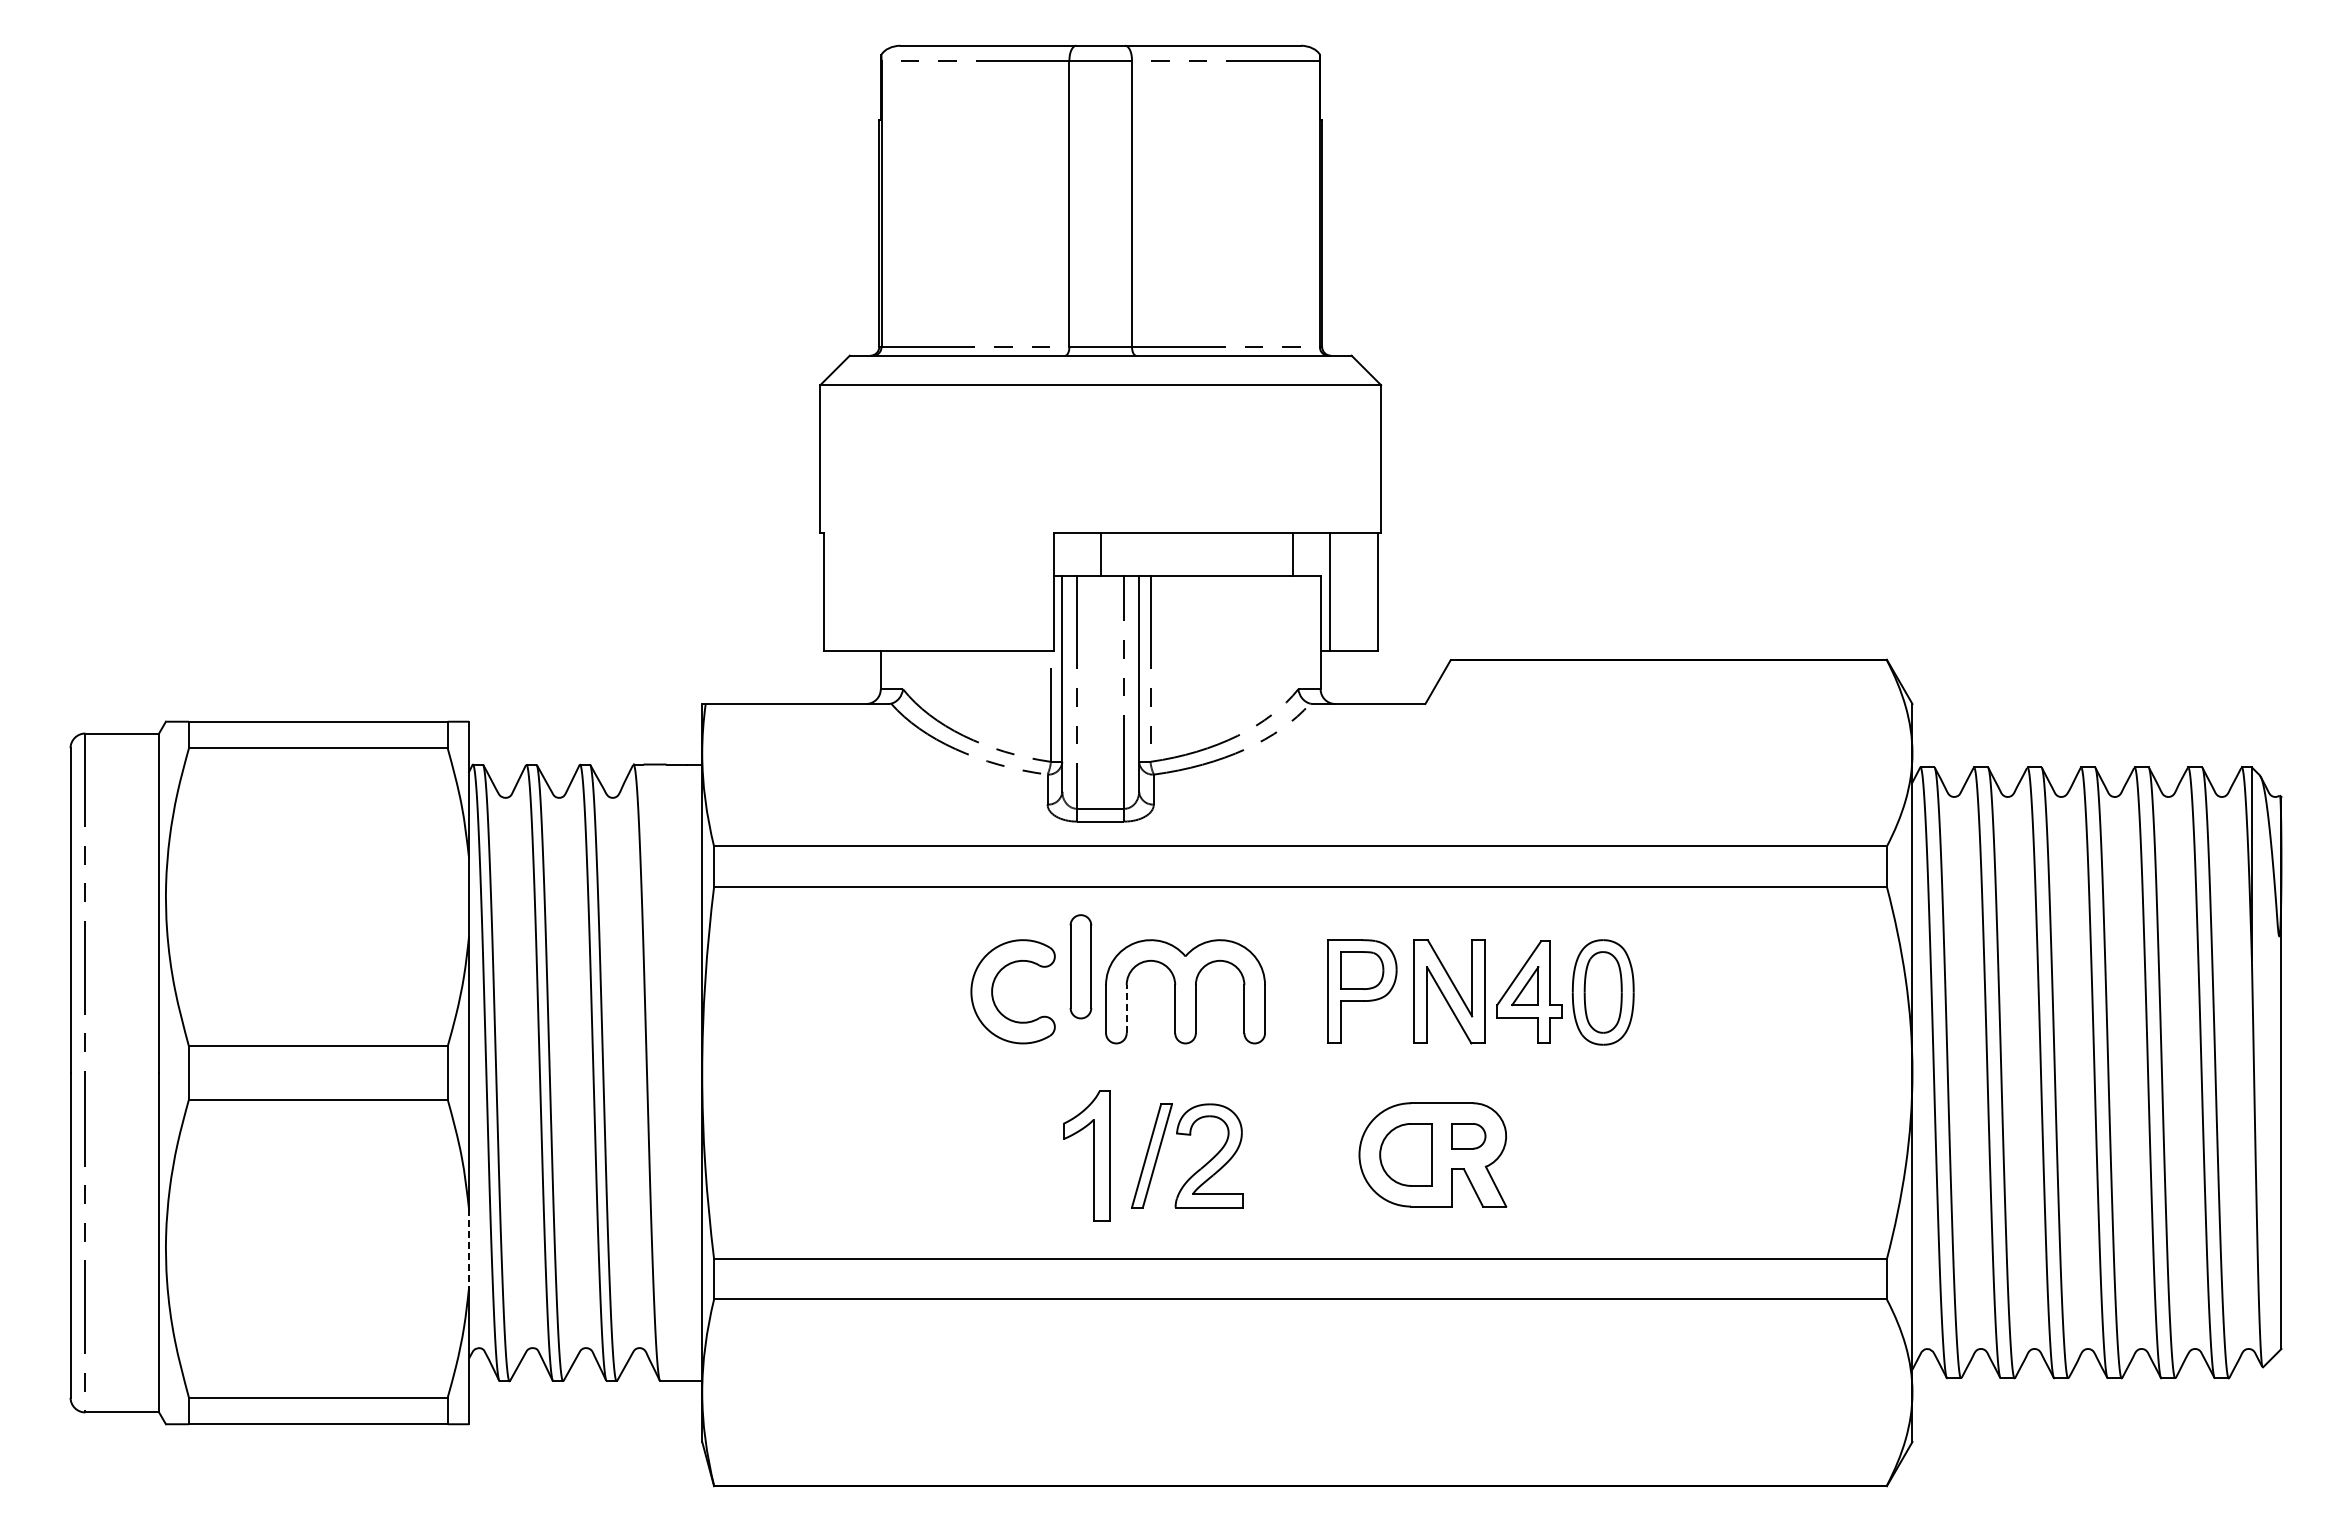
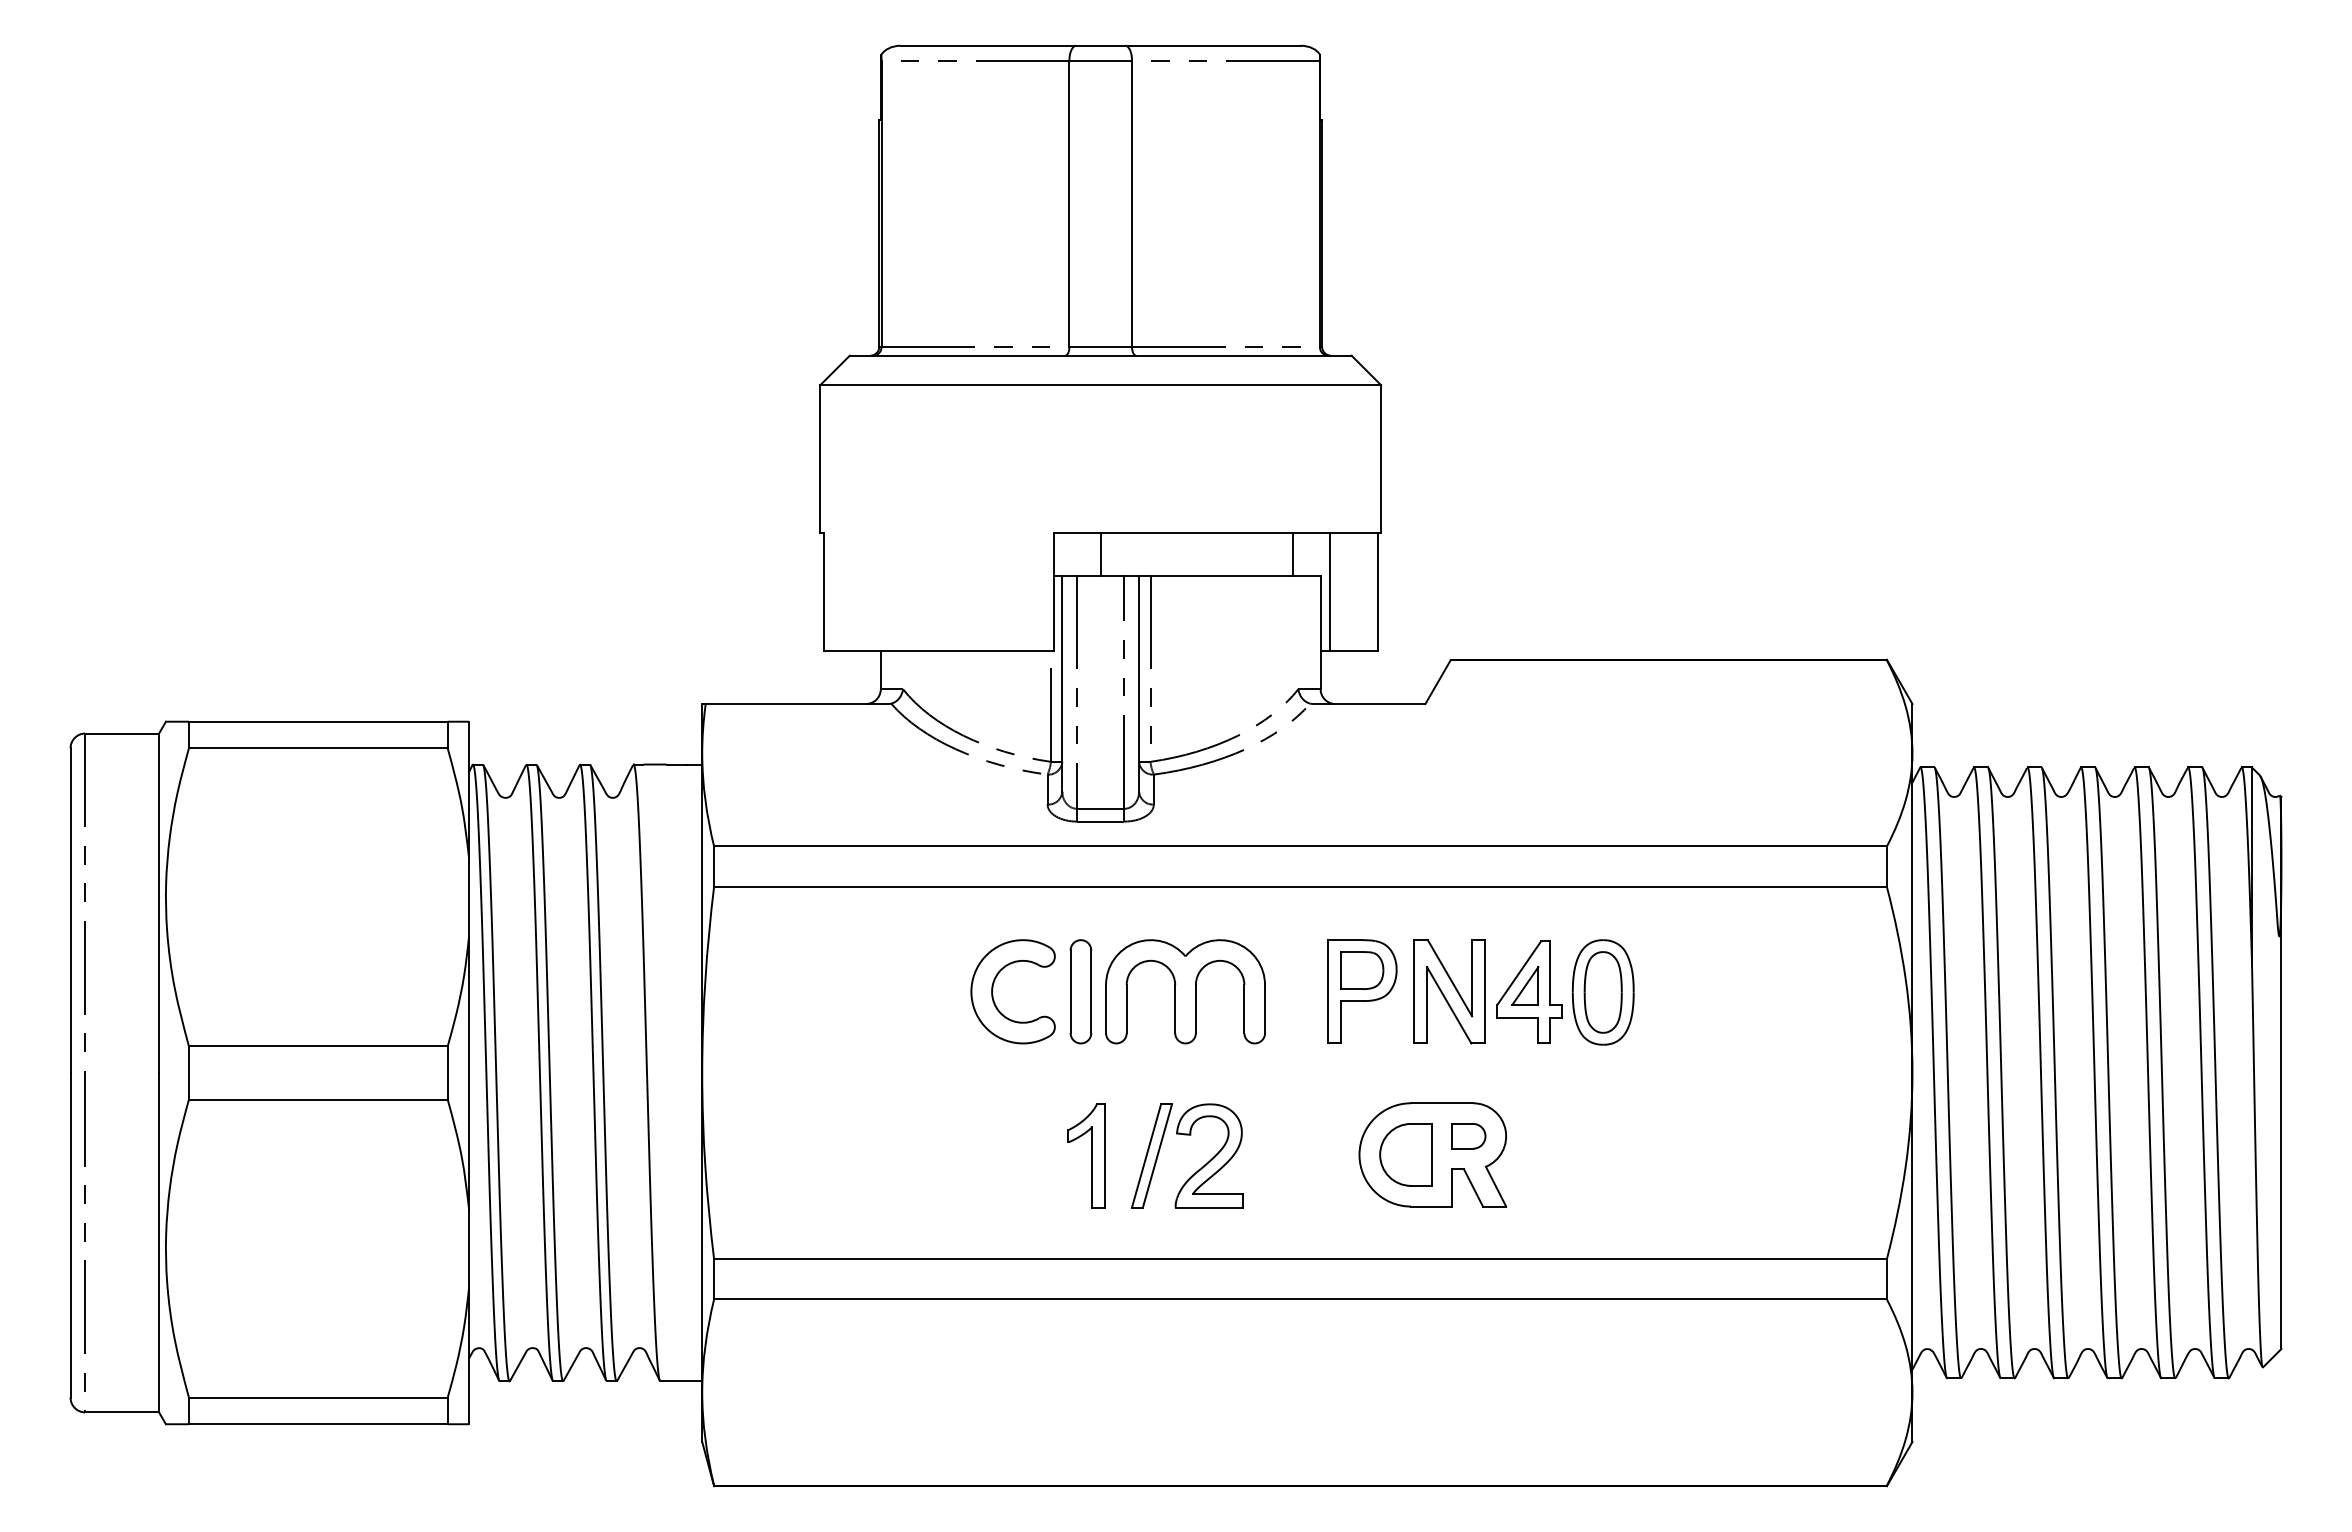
part at (1080, 966) position: (1080, 966) -> (1080, 991)
line at (1126, 1008): dashed -> solid
part at (1086, 1155) size: 48x132 px -> 39x106 px
line at (469, 1248): dashed -> solid
